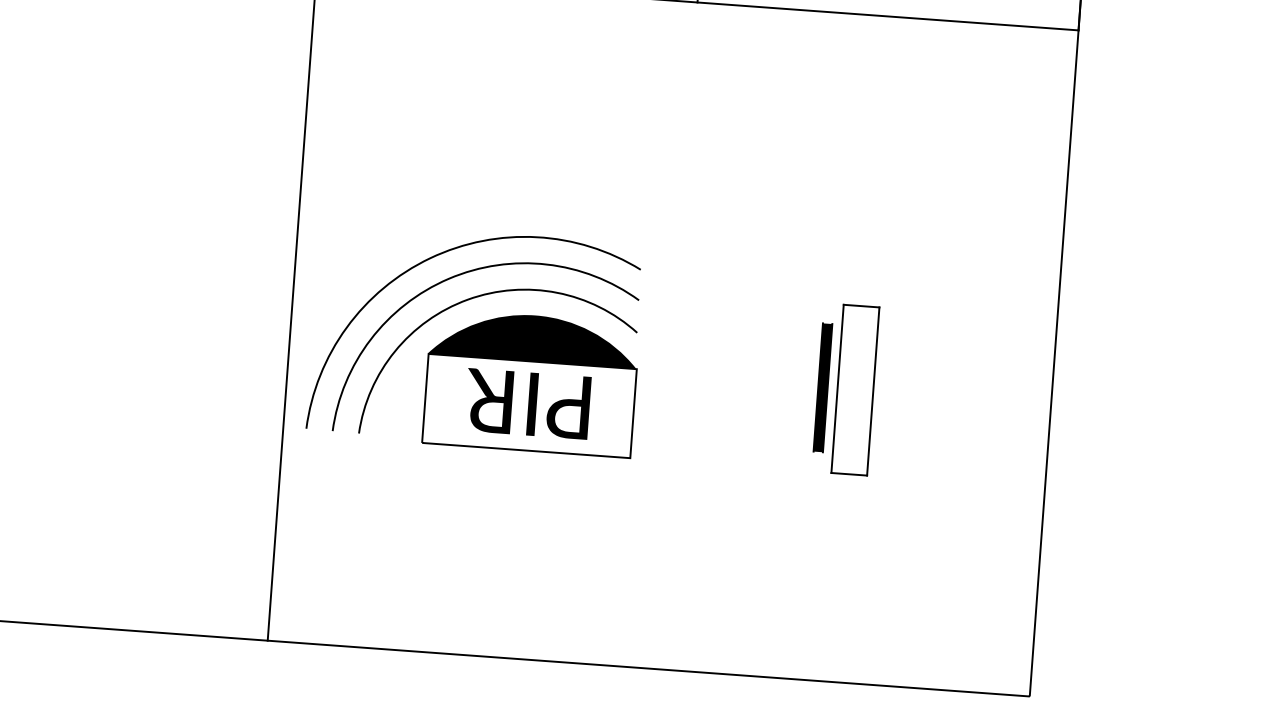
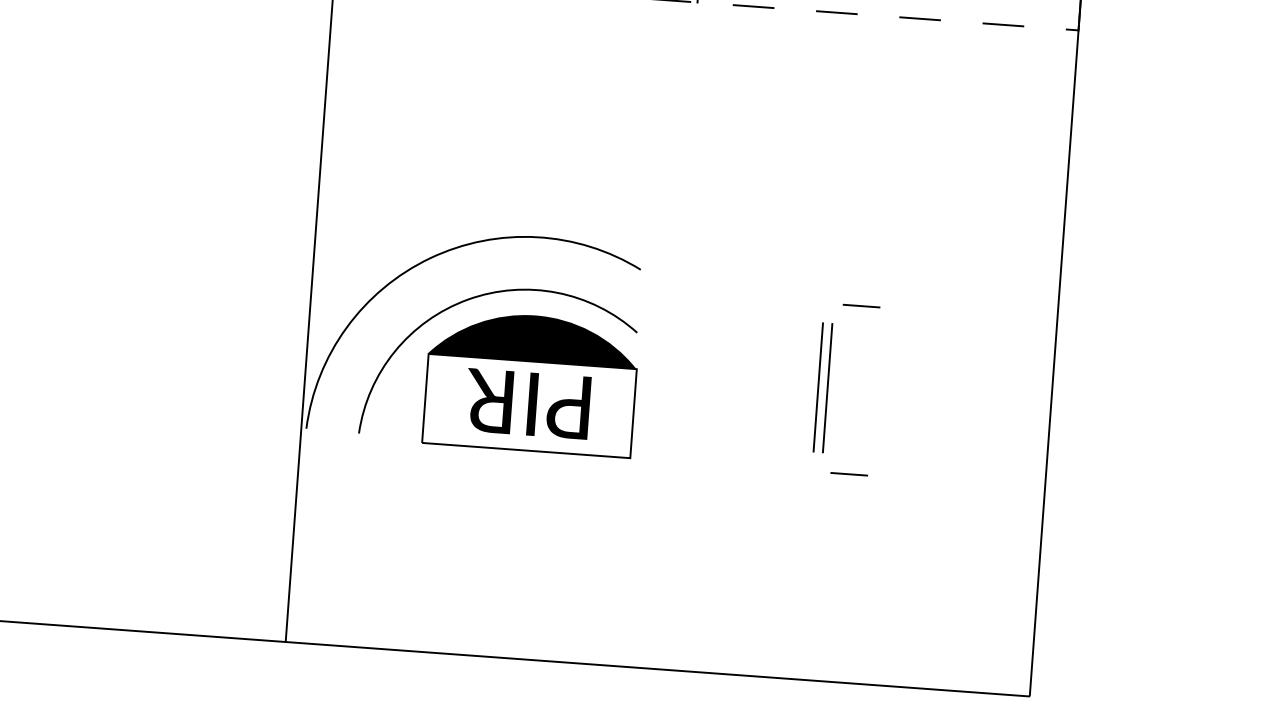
line at (871, 15): solid -> dashed
arc at (455, 277): present -> none
line at (290, 321) position: (290, 321) -> (308, 321)
fill at (822, 387): present -> none
line at (837, 388): present -> none
line at (873, 391): present -> none
